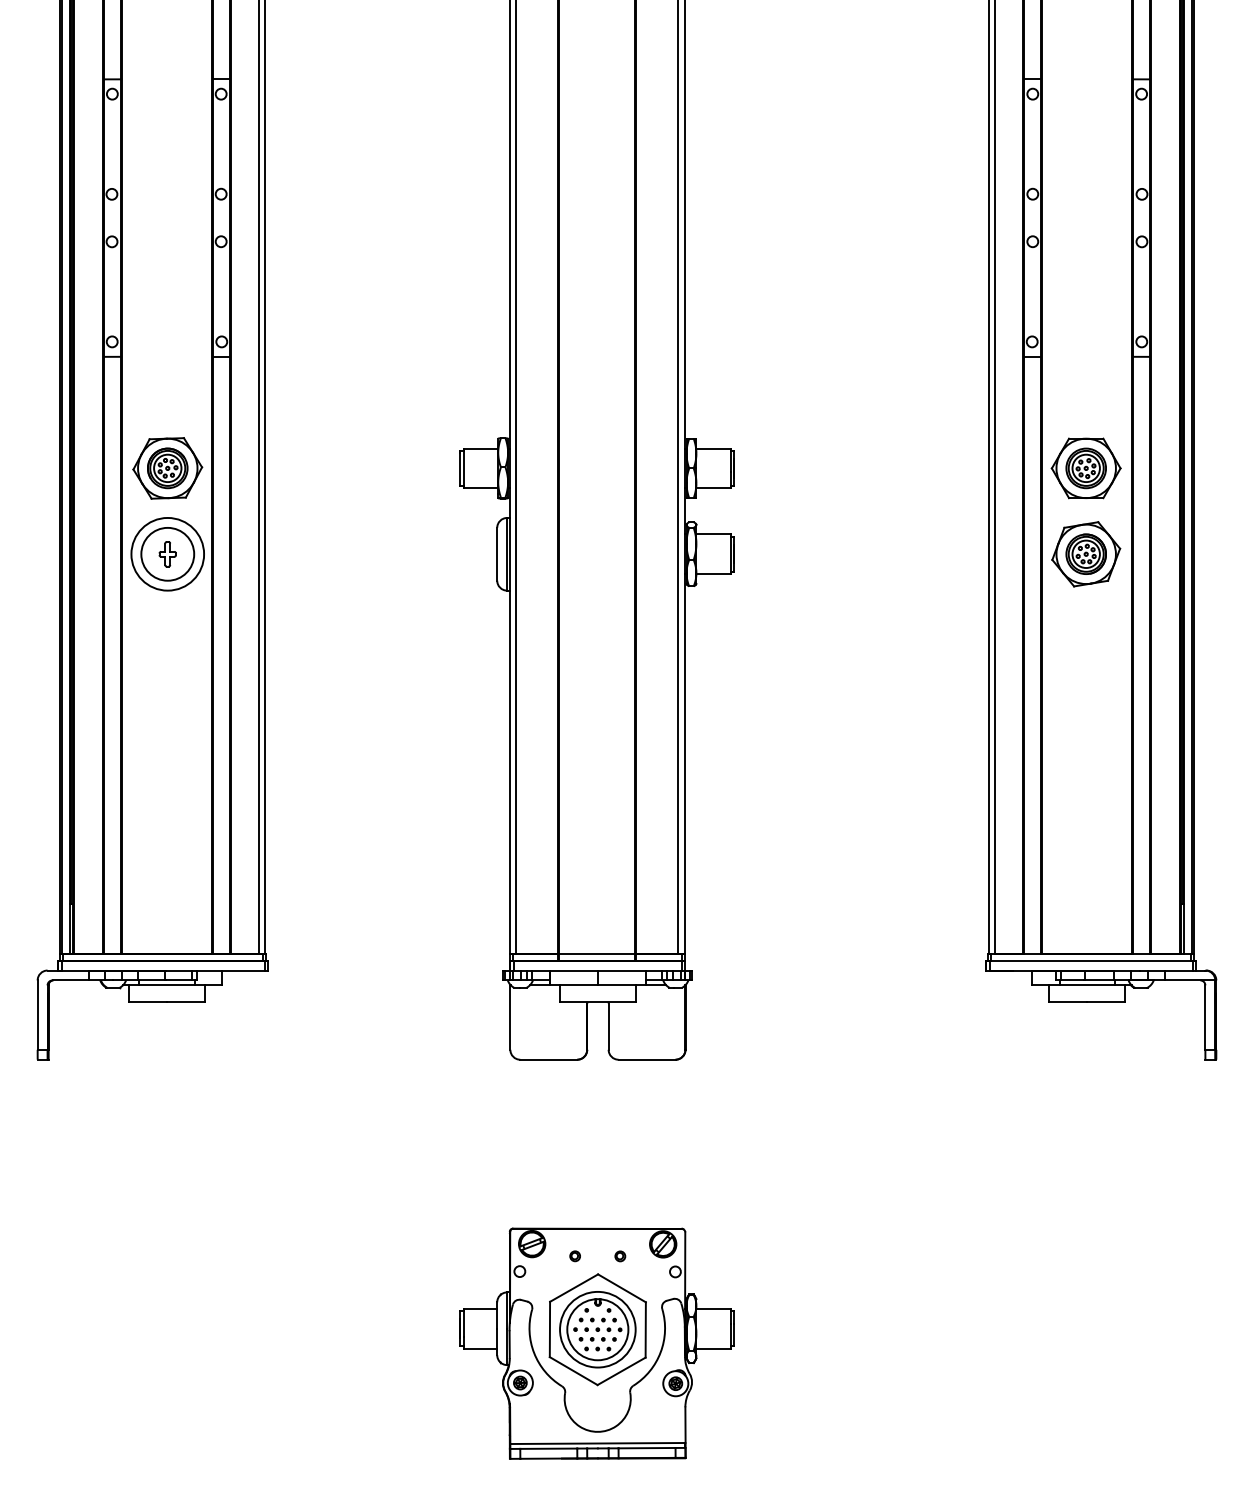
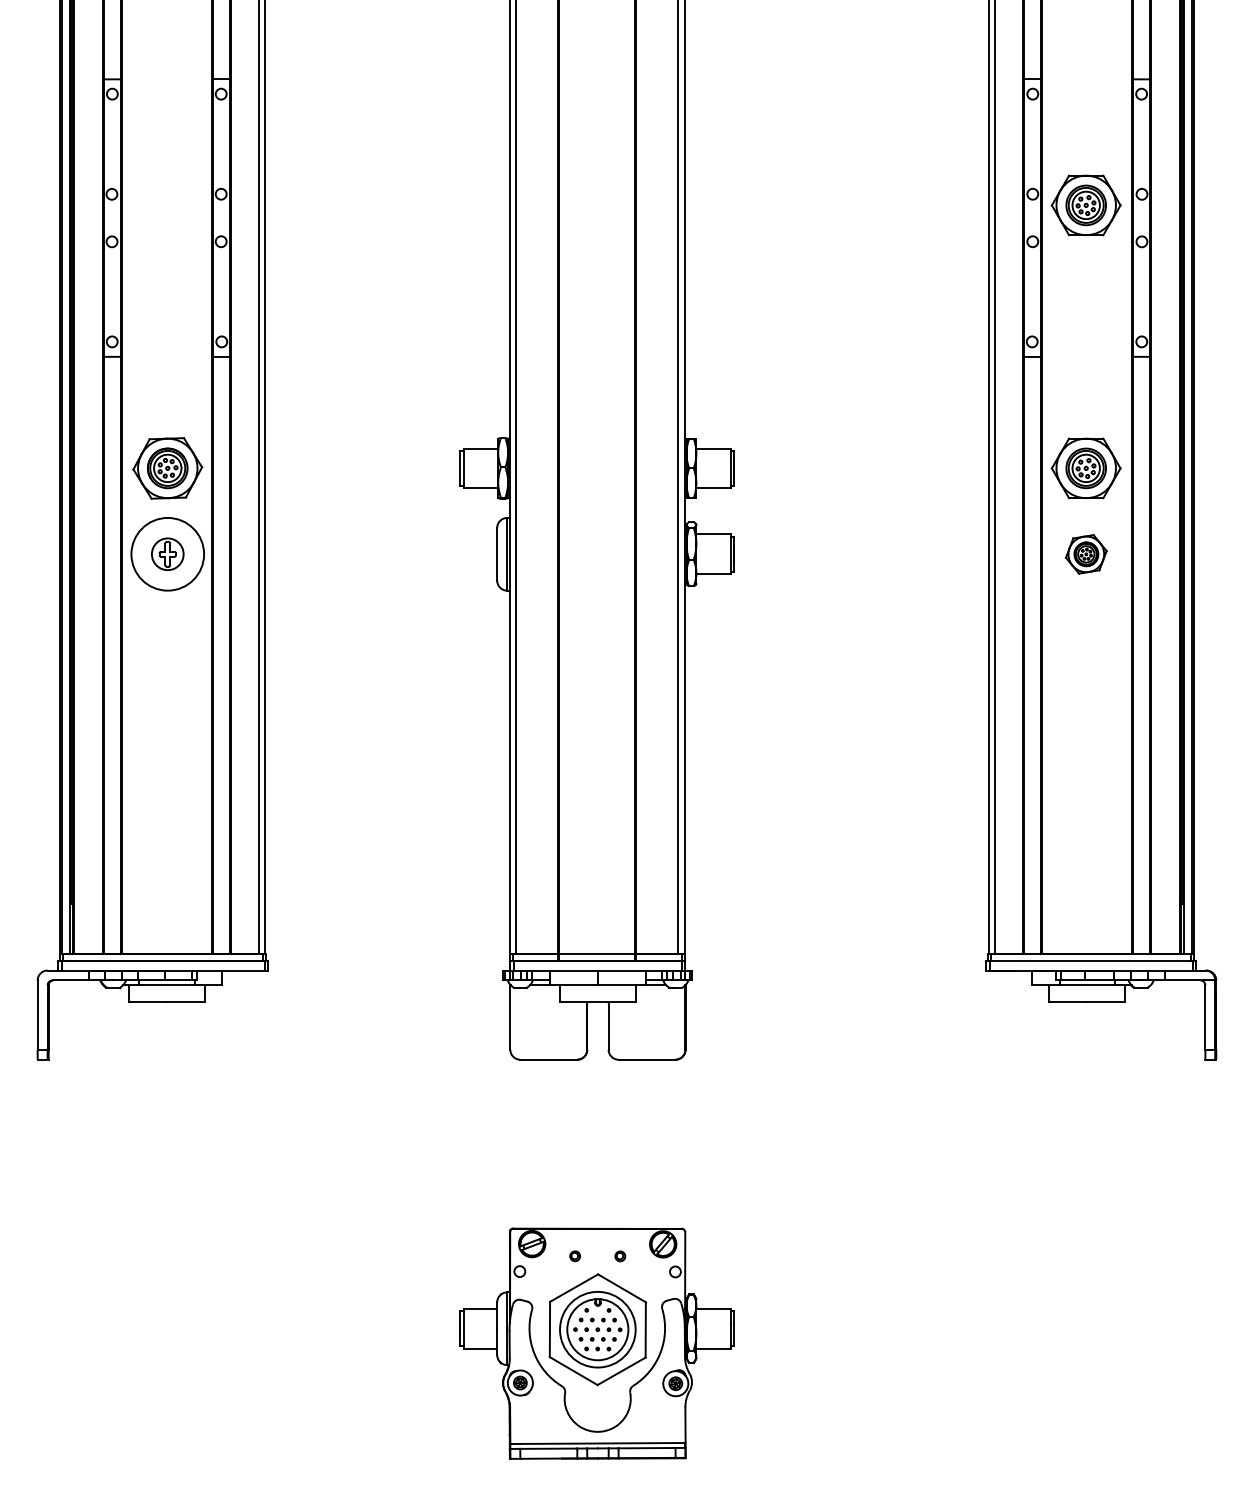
part at (1085, 205): none -> present
circle at (167, 553) diameter: 53 px -> 32 px
part at (1086, 554) size: 71x67 px -> 43x41 px
